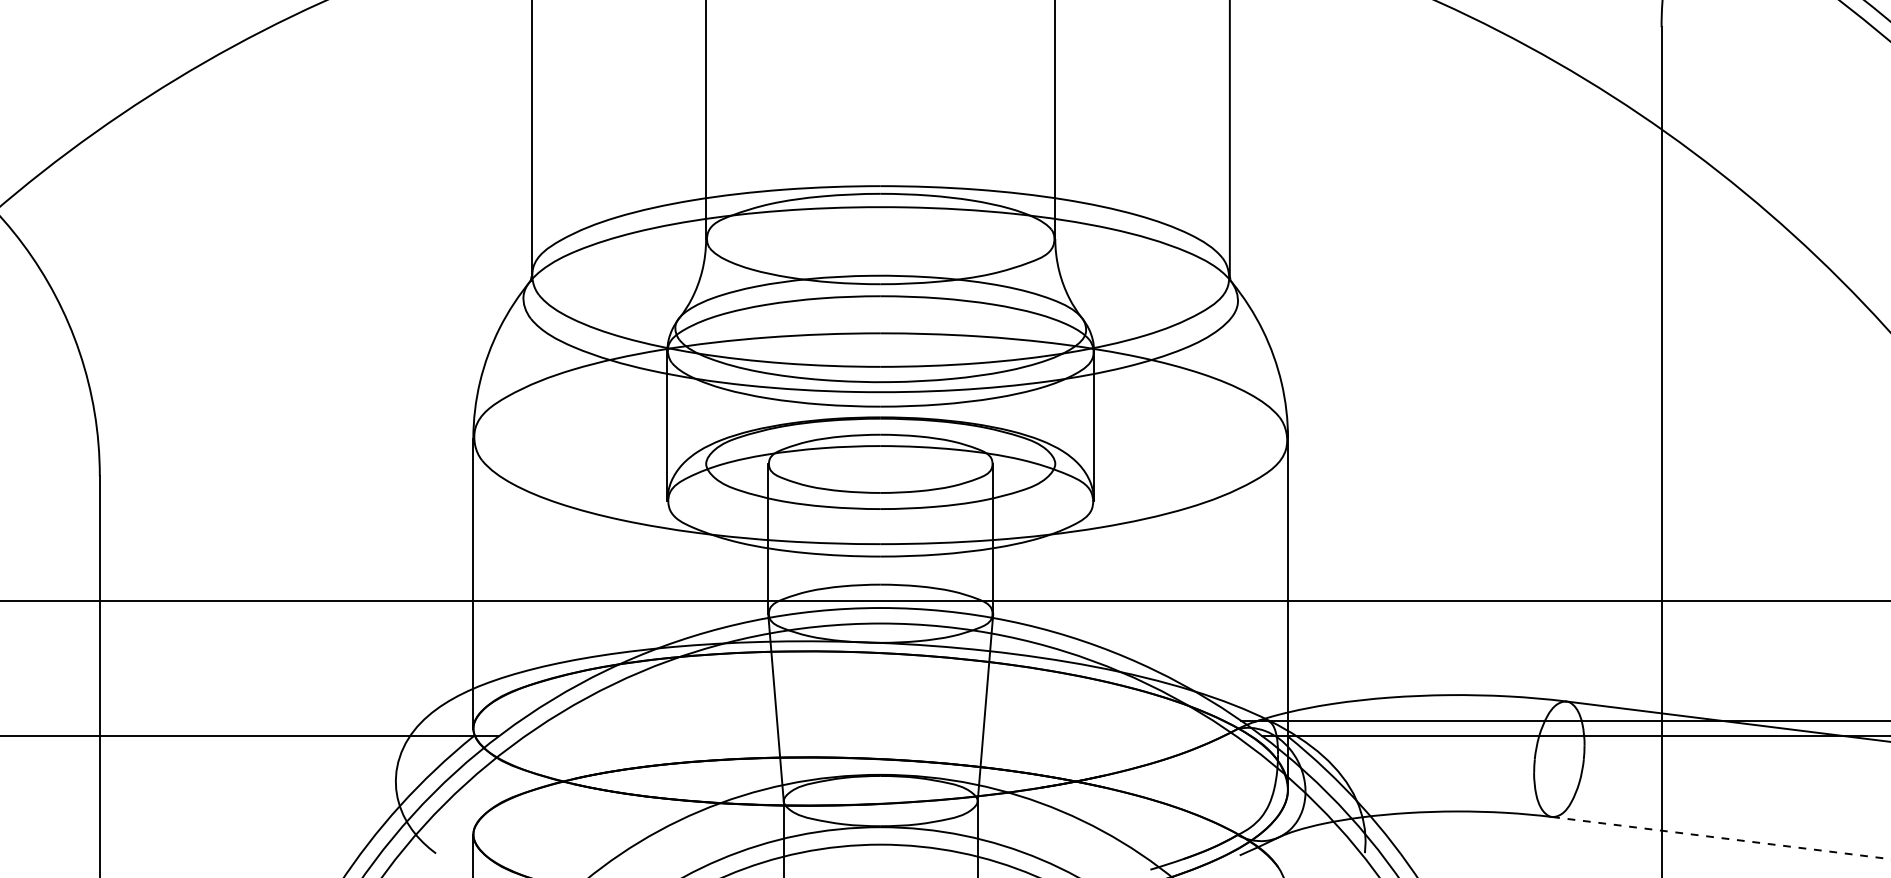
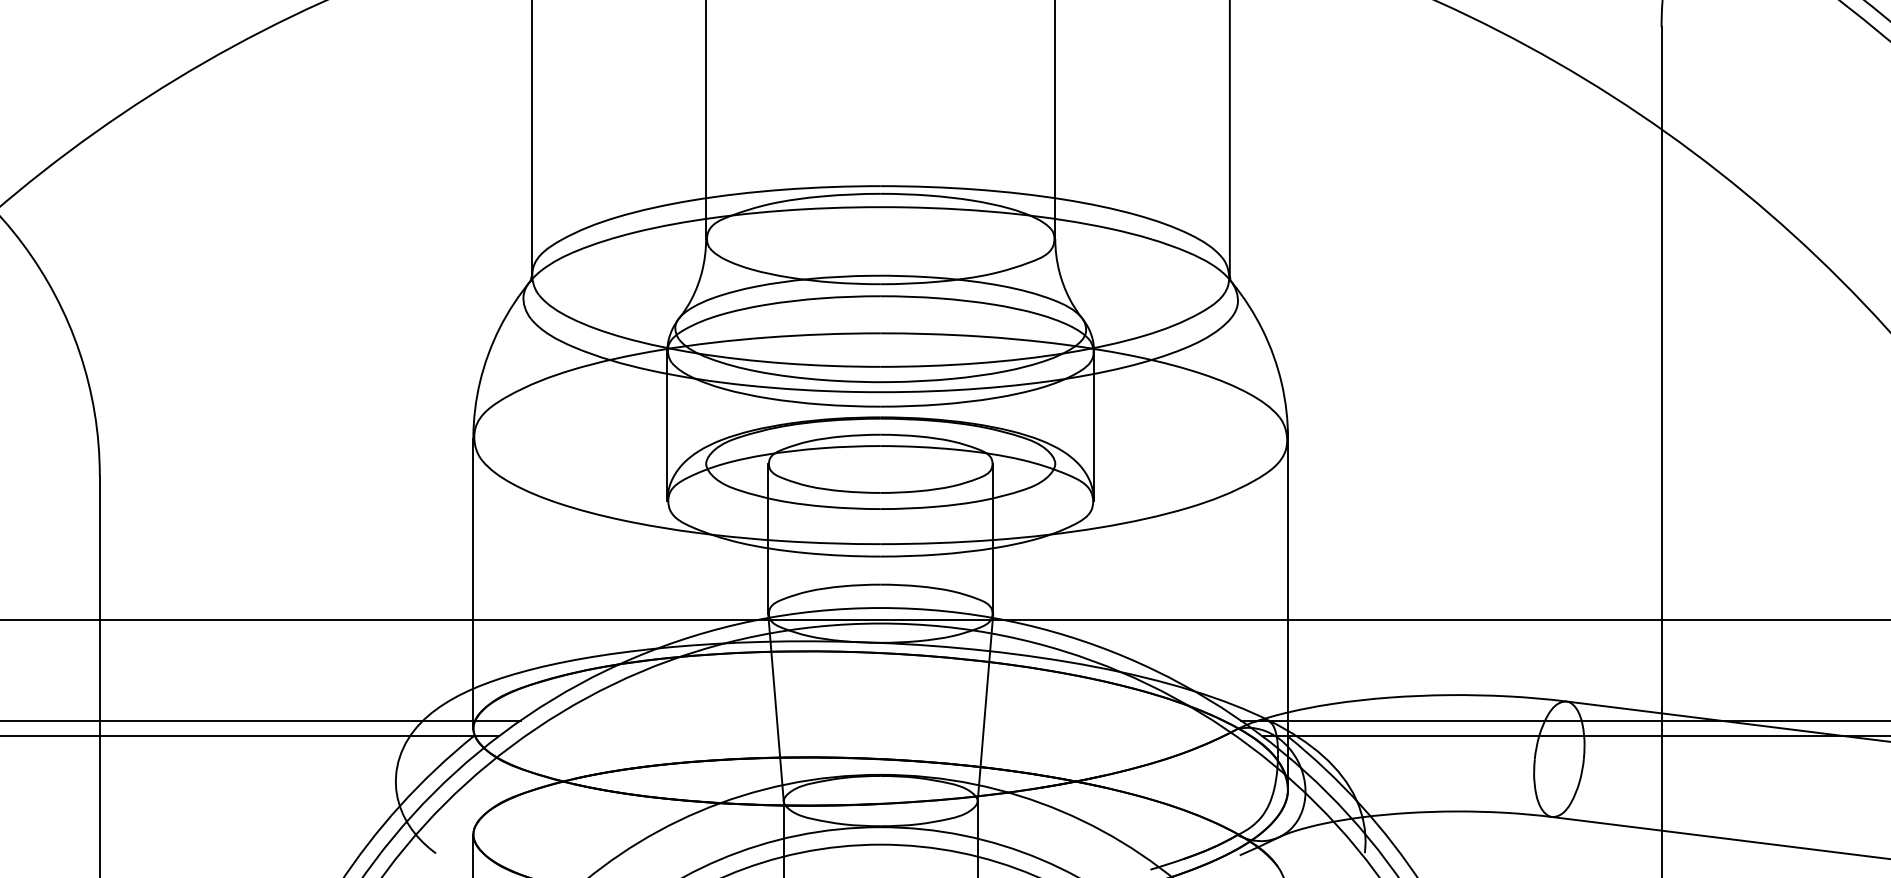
line at (944, 600) position: (944, 600) -> (944, 619)
line at (261, 720): none -> present
line at (1721, 838): dashed -> solid
